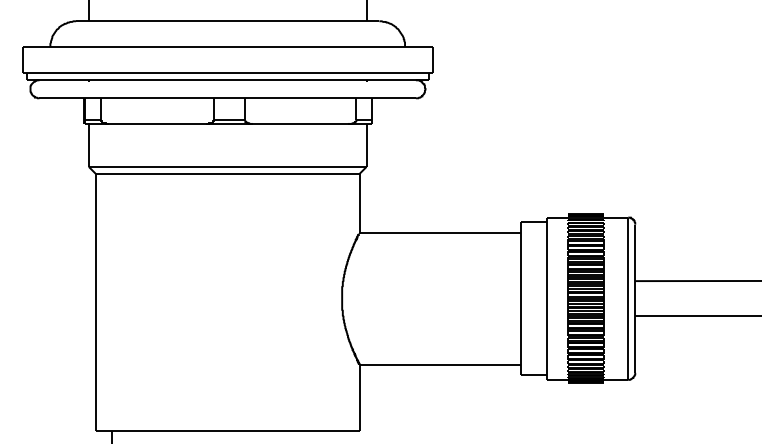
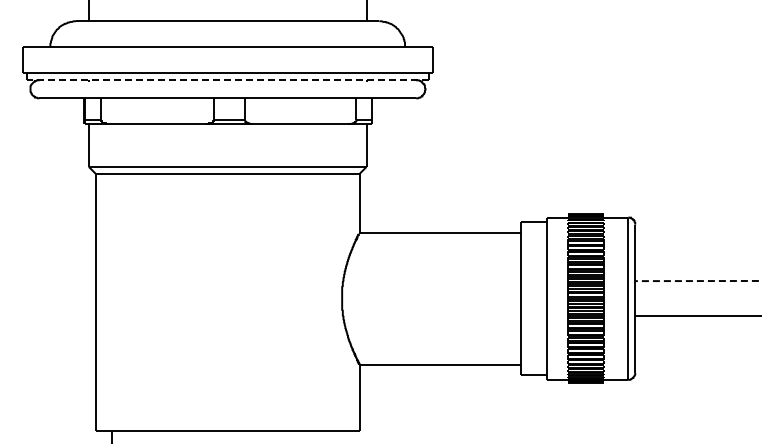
line at (227, 80): solid -> dashed
line at (698, 281): solid -> dashed
